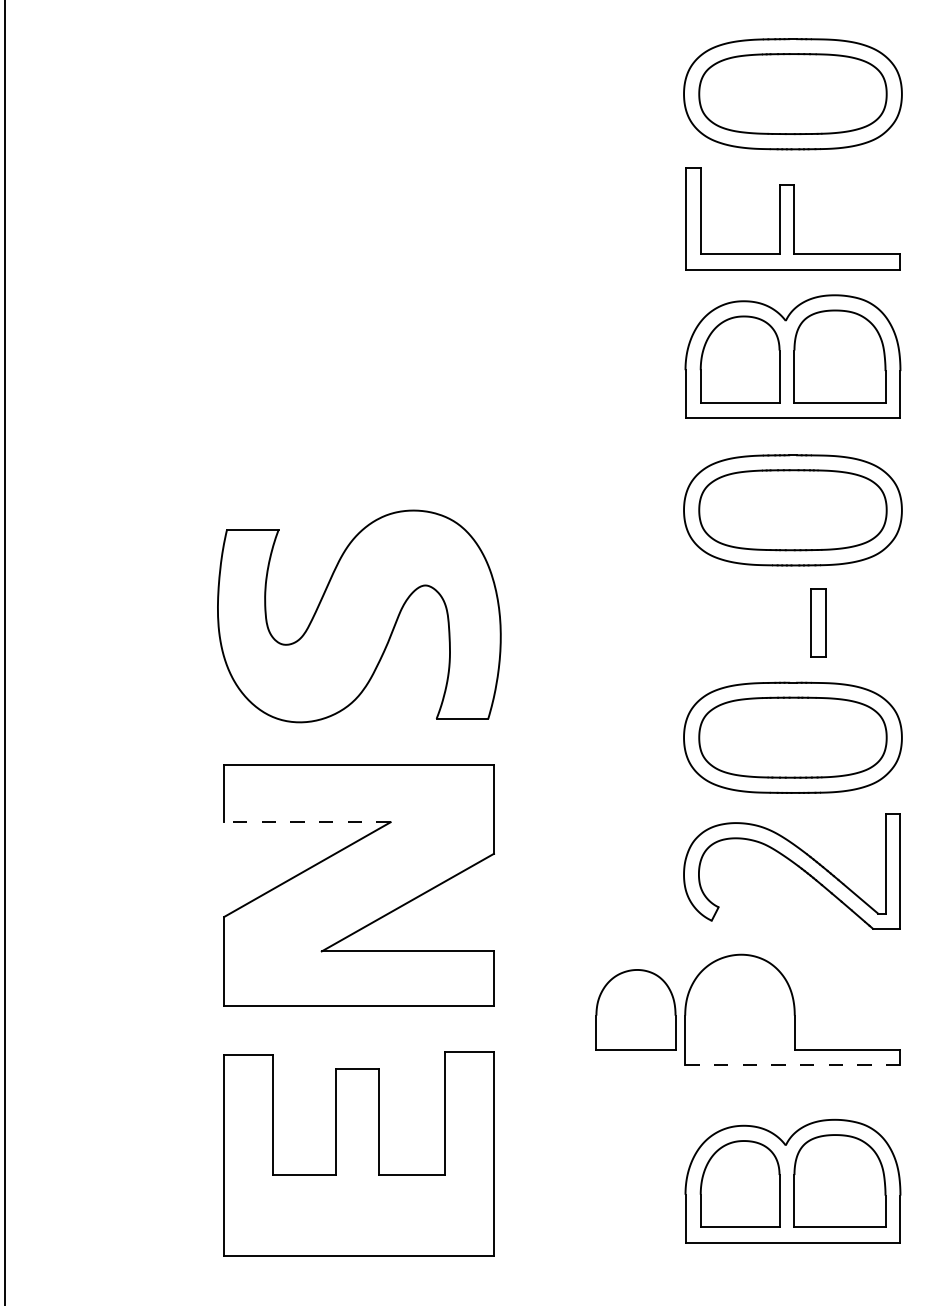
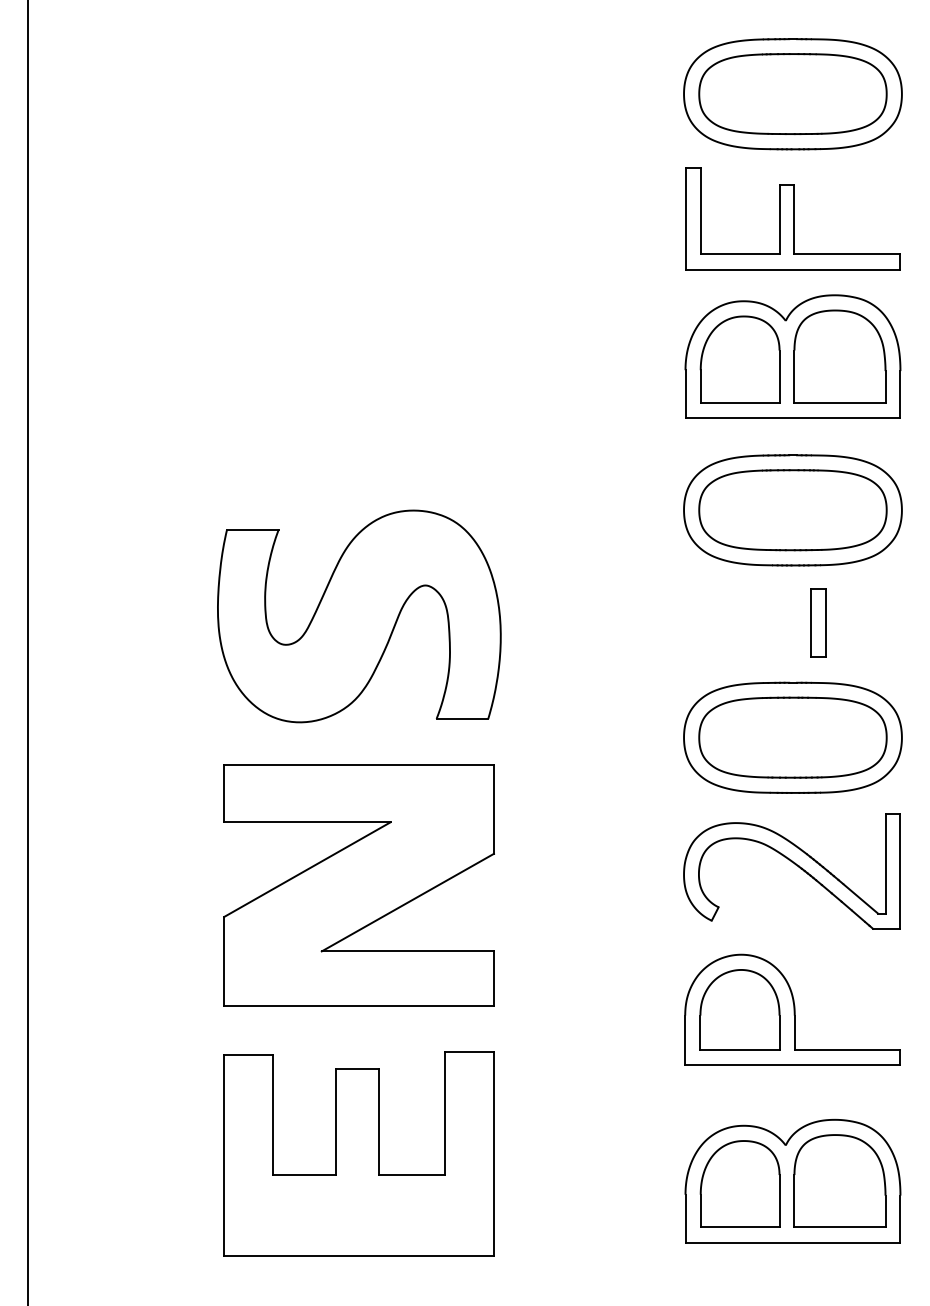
line at (5, 652) position: (5, 652) -> (28, 652)
line at (306, 822): dashed -> solid
part at (635, 1009) position: (635, 1009) -> (739, 1009)
line at (792, 1065): dashed -> solid
